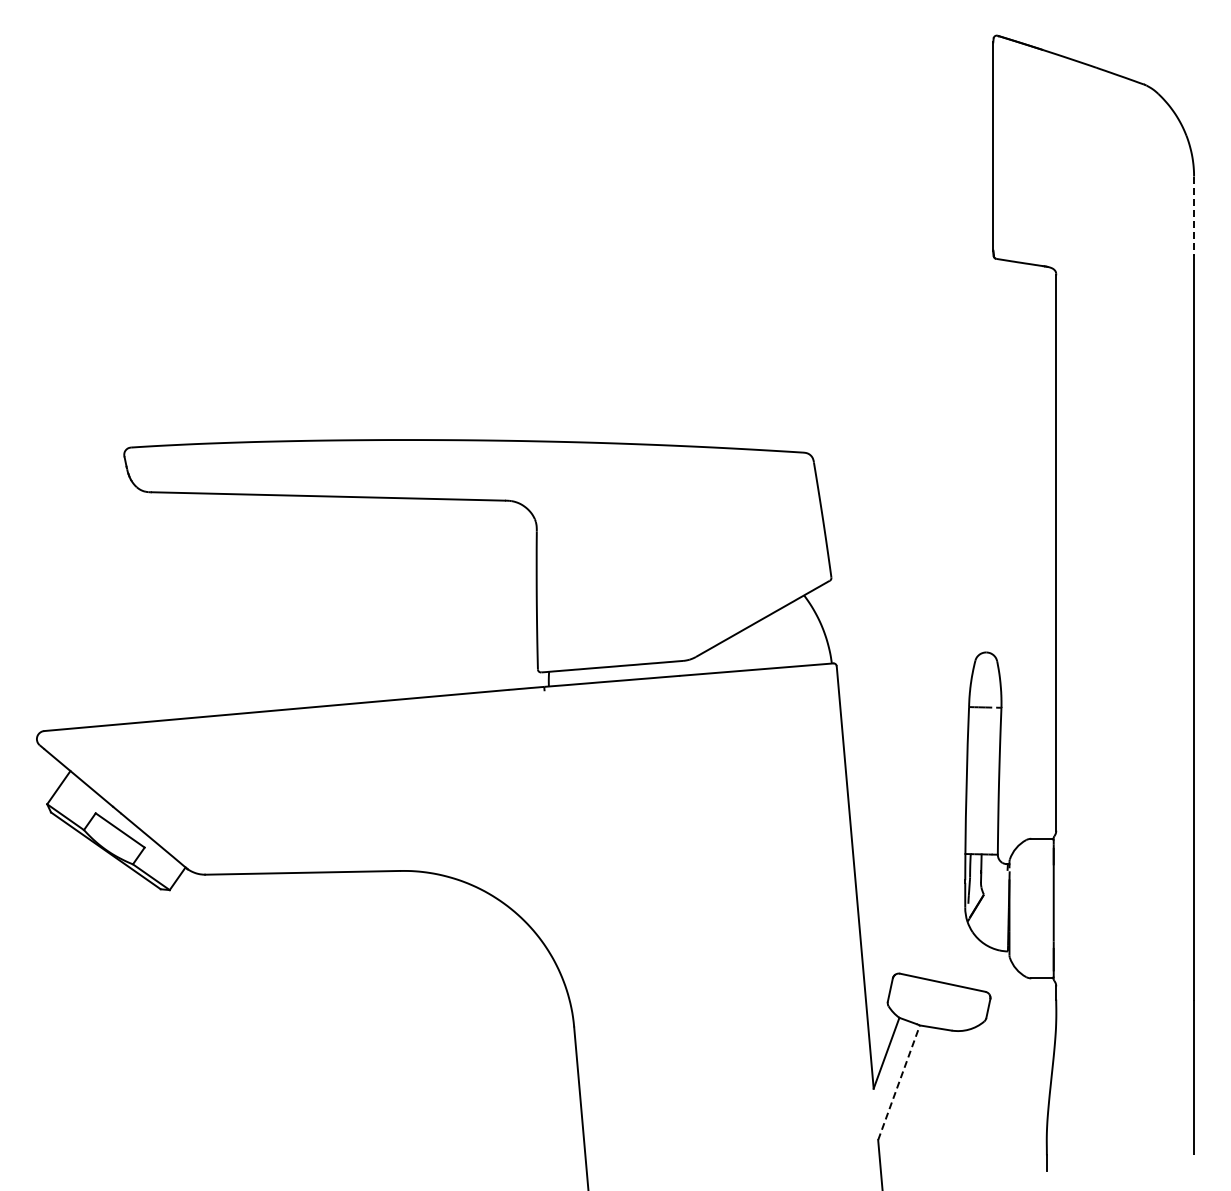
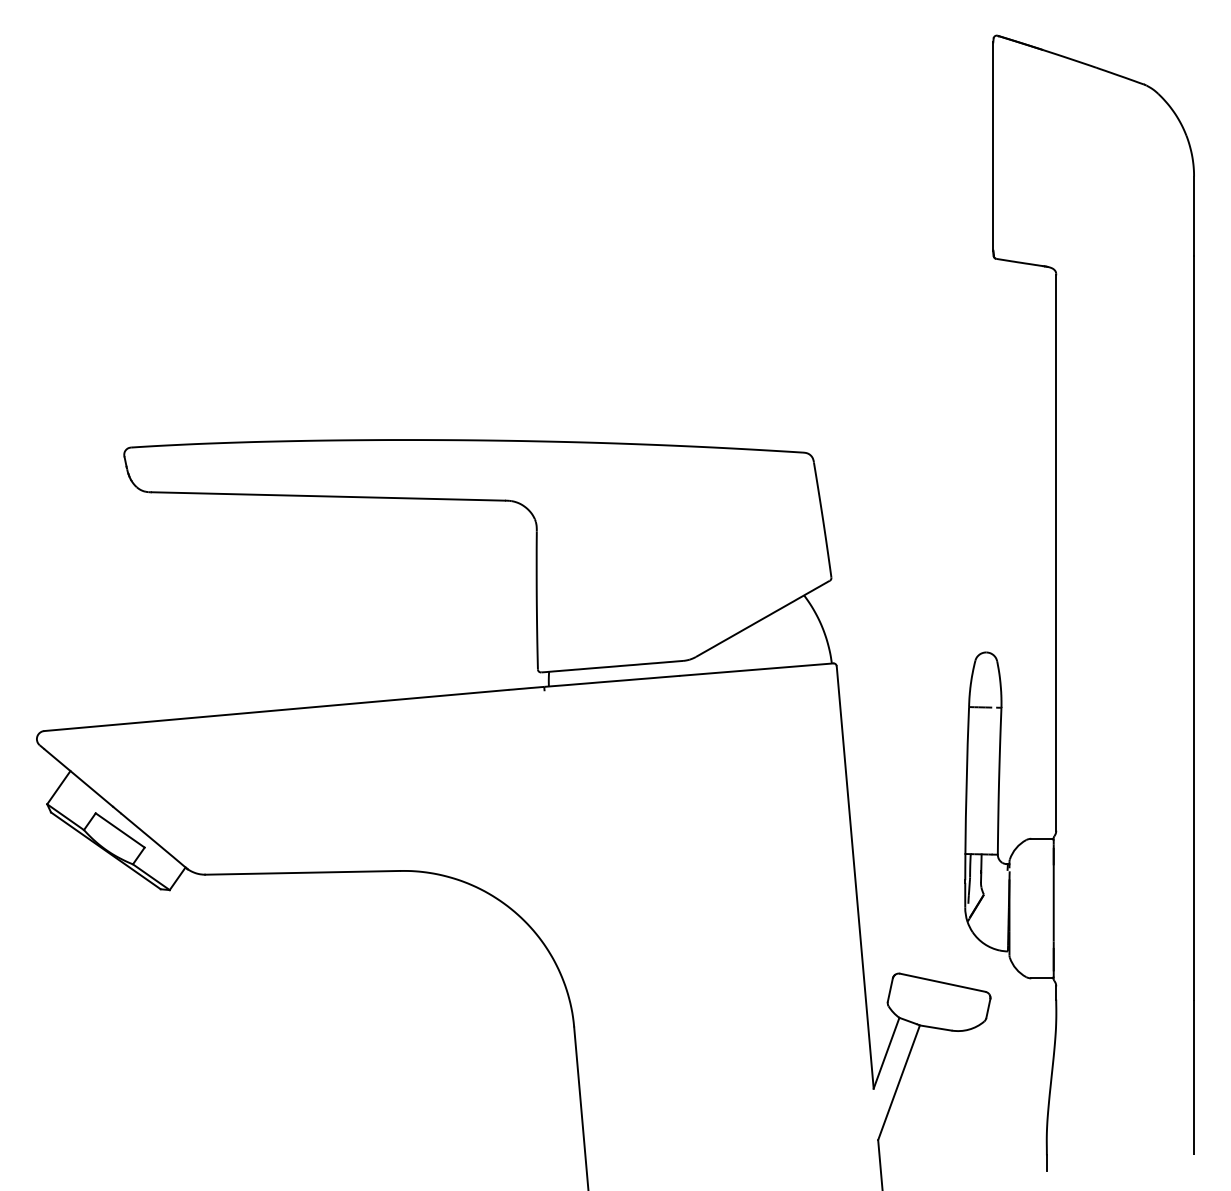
line at (1194, 216): dashed -> solid
line at (899, 1082): dashed -> solid
